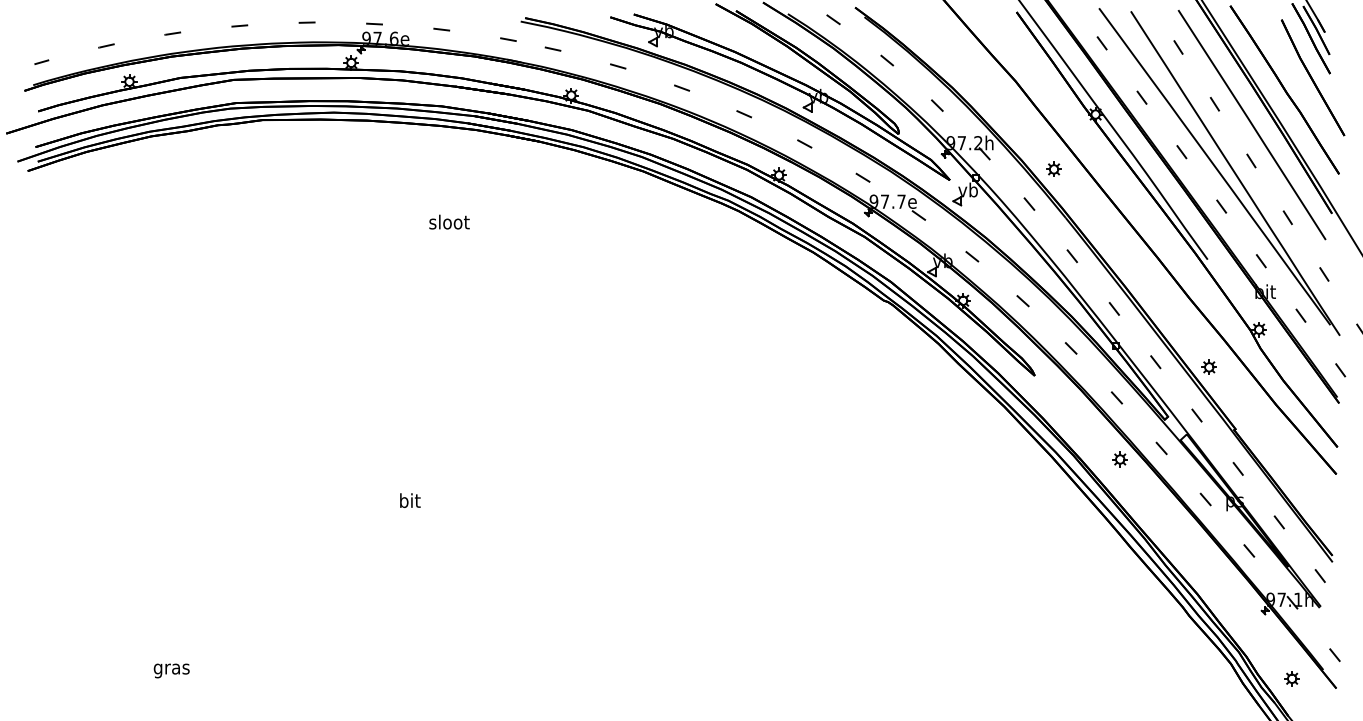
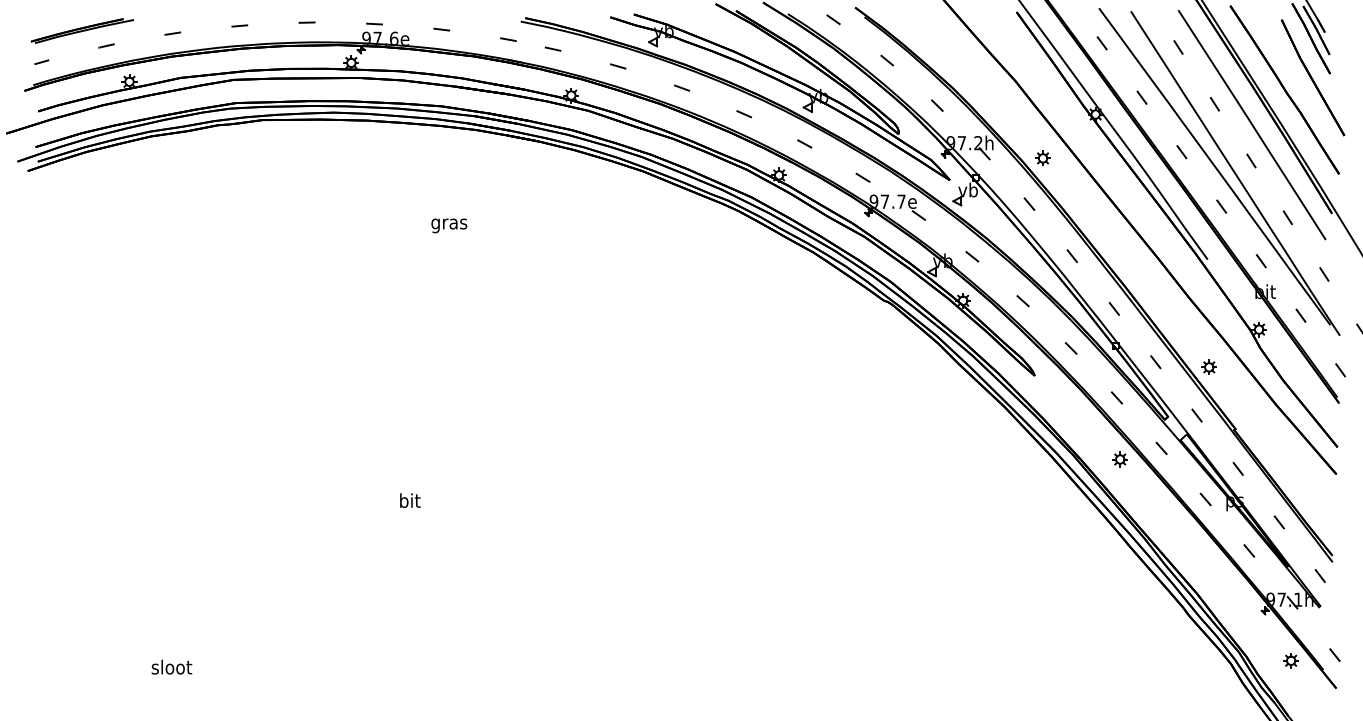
part at (81, 30): none -> present
part at (1053, 168) position: (1053, 168) -> (1042, 157)
text at (449, 223): sloot -> gras
text at (171, 668): gras -> sloot
part at (1291, 678) position: (1291, 678) -> (1290, 660)
